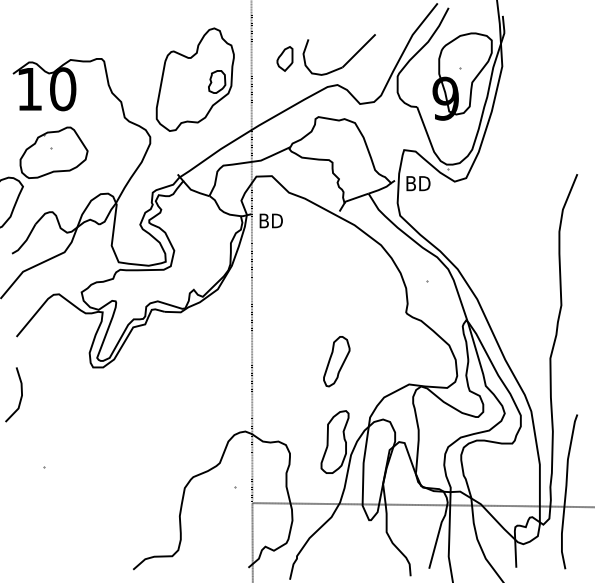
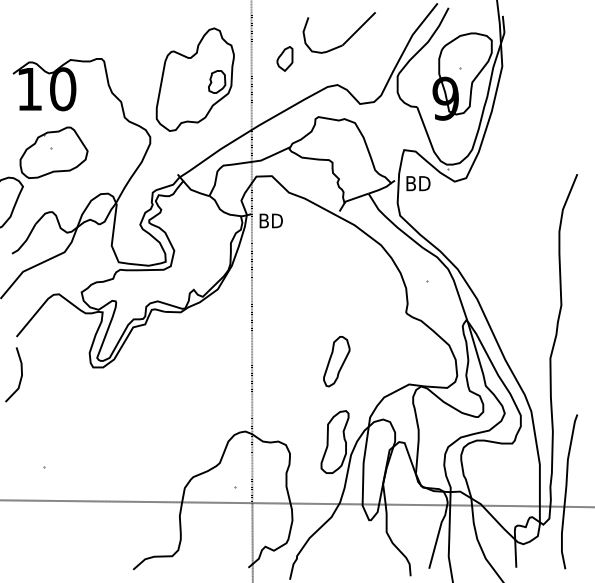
part at (346, 62) position: (346, 62) -> (346, 40)
line at (20, 396) position: (20, 396) -> (20, 376)
line at (127, 501): none -> present
